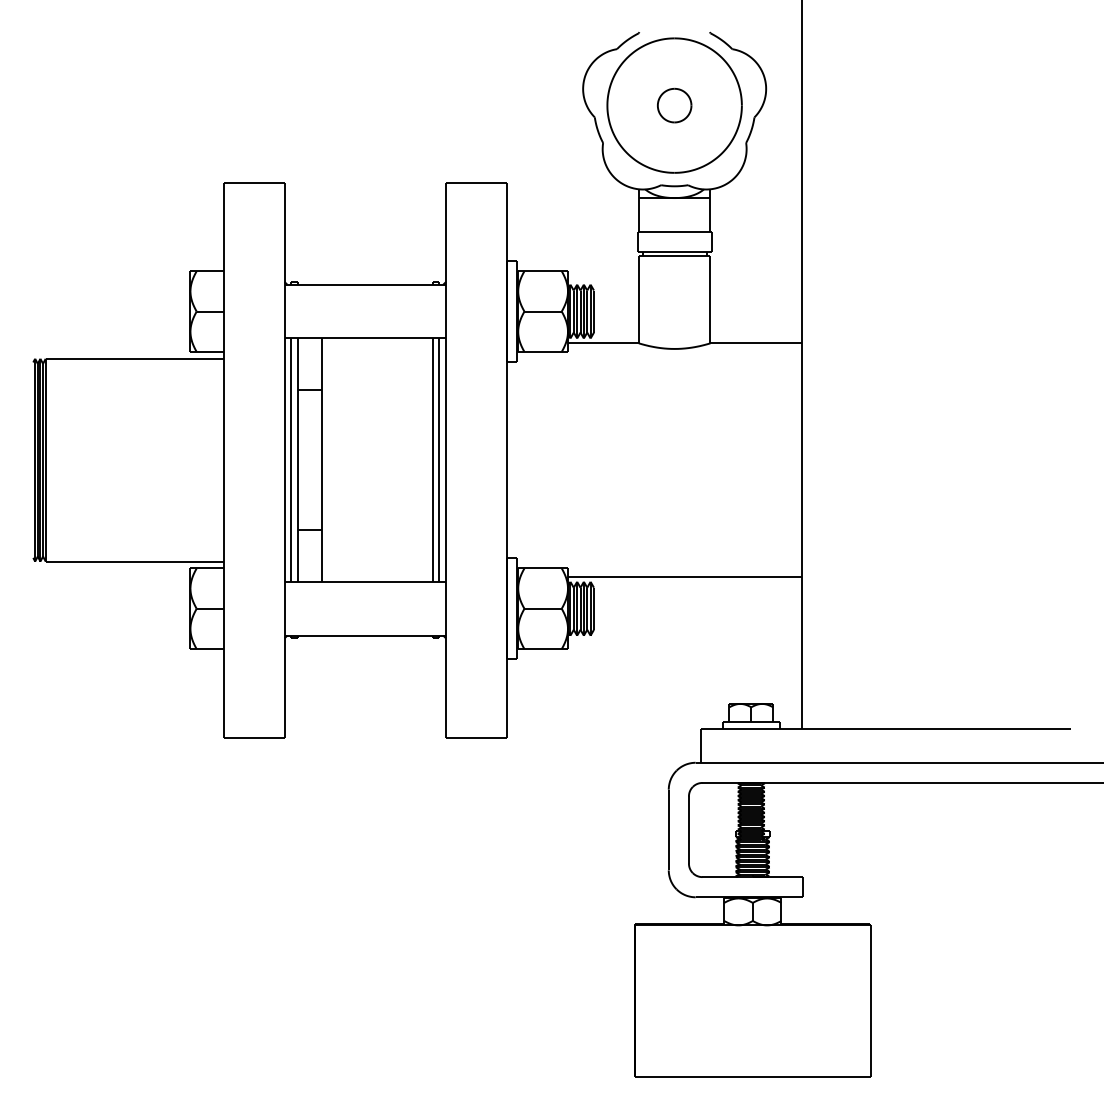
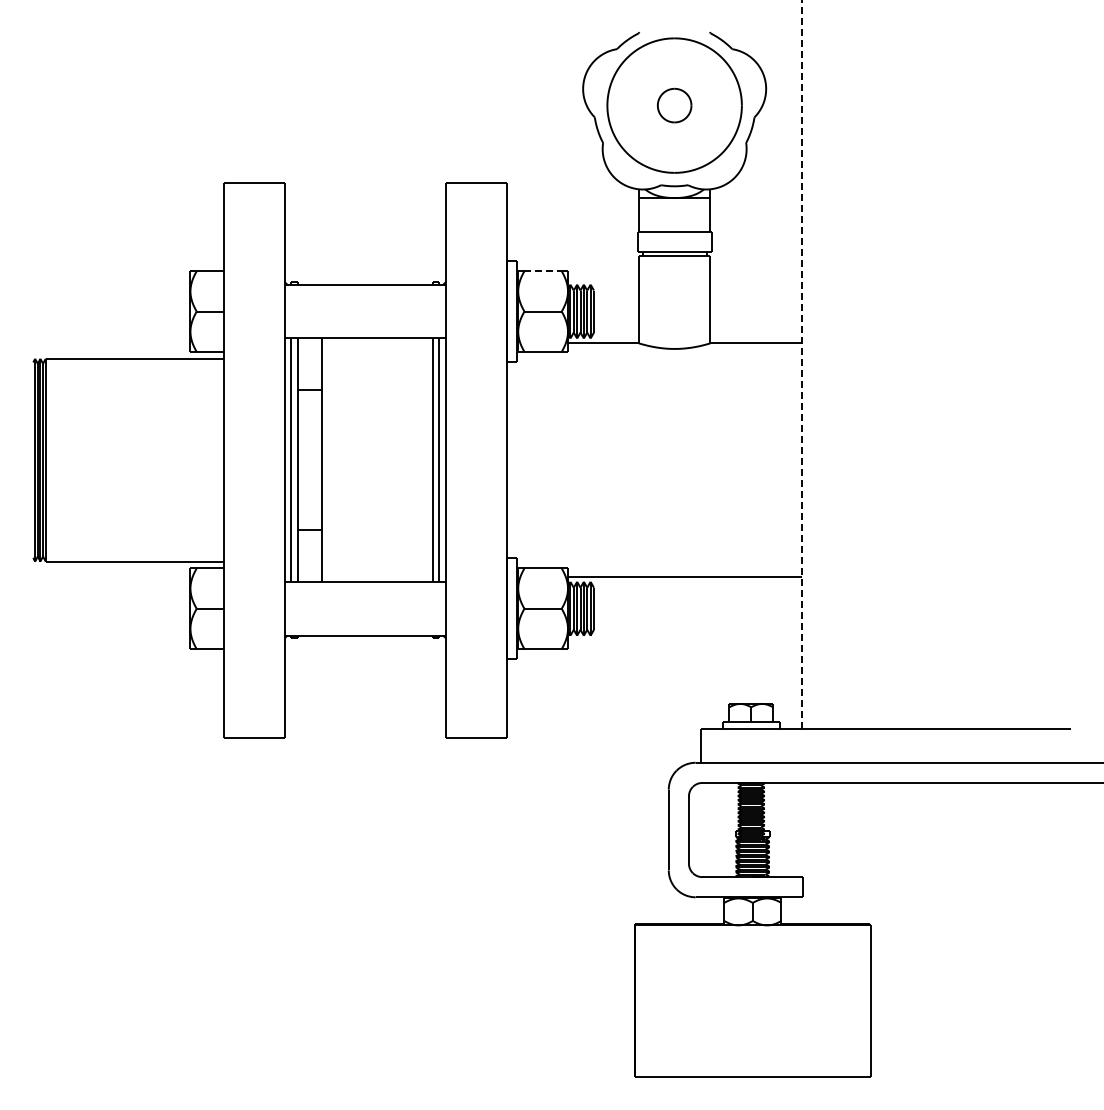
line at (543, 271): solid -> dashed
line at (801, 364): solid -> dashed
